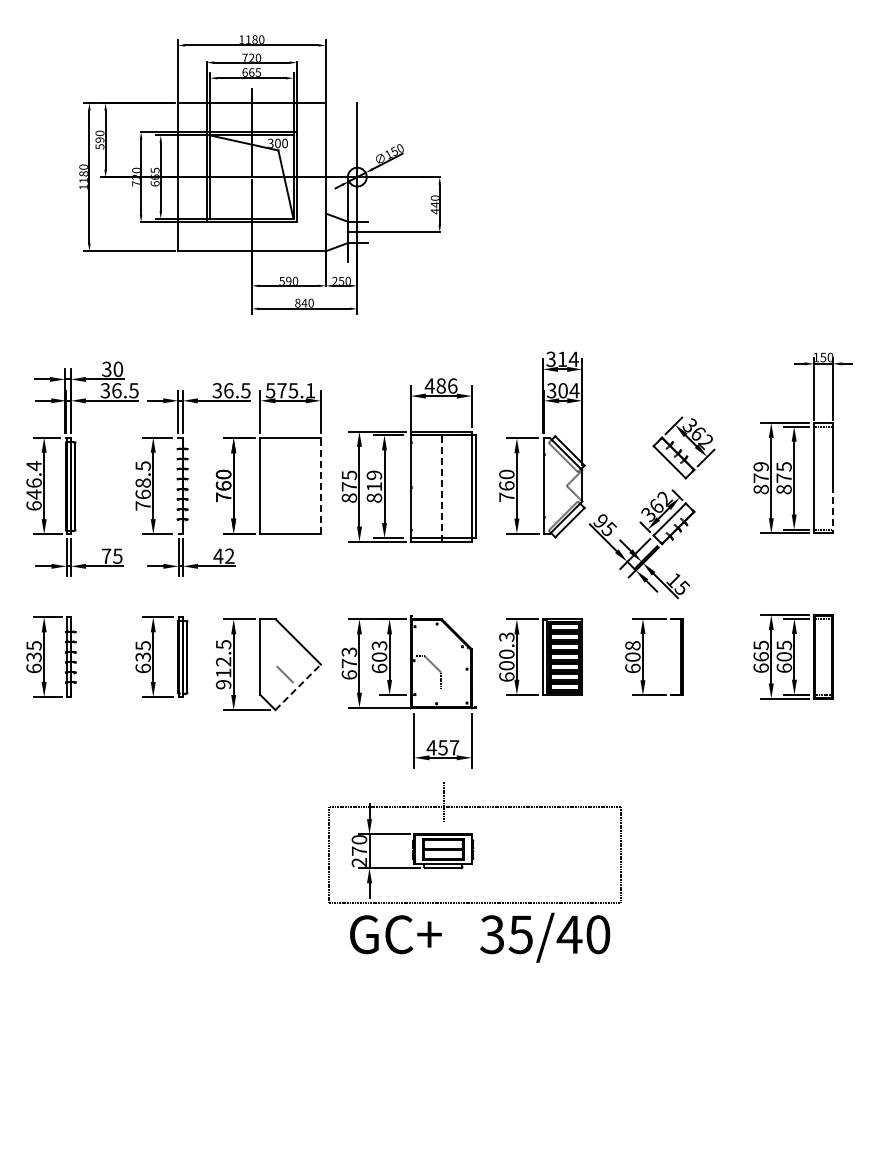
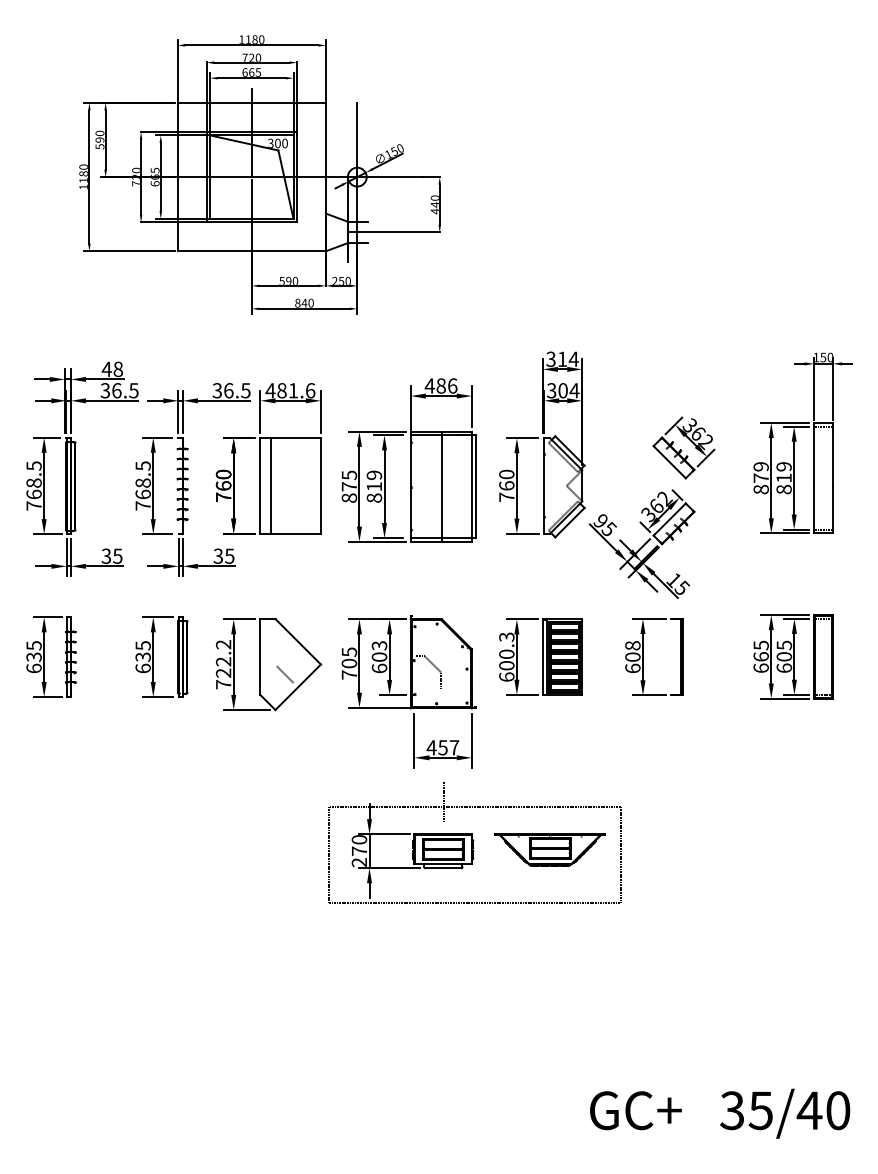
text at (112, 369): 30 -> 48
text at (290, 390): 575.1 -> 481.6
text at (783, 472): 875 -> 819
text at (33, 485): 646.4 -> 768.5
line at (271, 485): none -> present
line at (320, 485): dashed -> solid
line at (441, 486): dashed -> solid
line at (832, 509): dashed -> solid
text at (106, 555): 75 -> 35
text at (223, 555): 42 -> 35
text at (349, 663): 673 -> 705
text at (223, 664): 912.5 -> 722.2
line at (298, 686): dashed -> solid
part at (549, 849): none -> present
text at (480, 937) position: (480, 937) -> (720, 1113)
